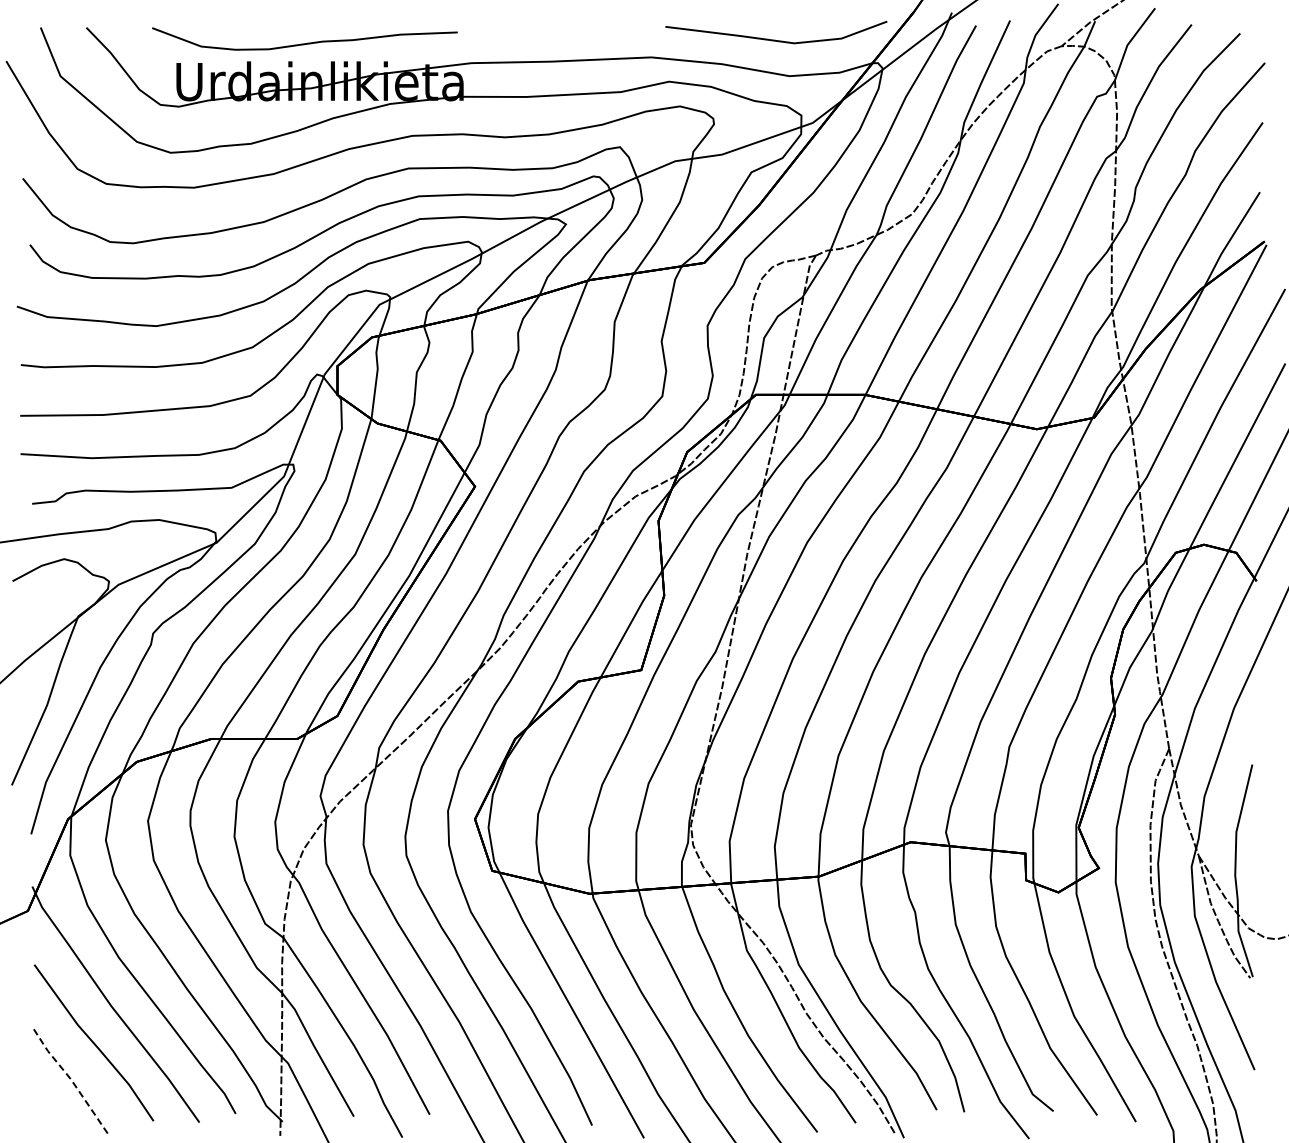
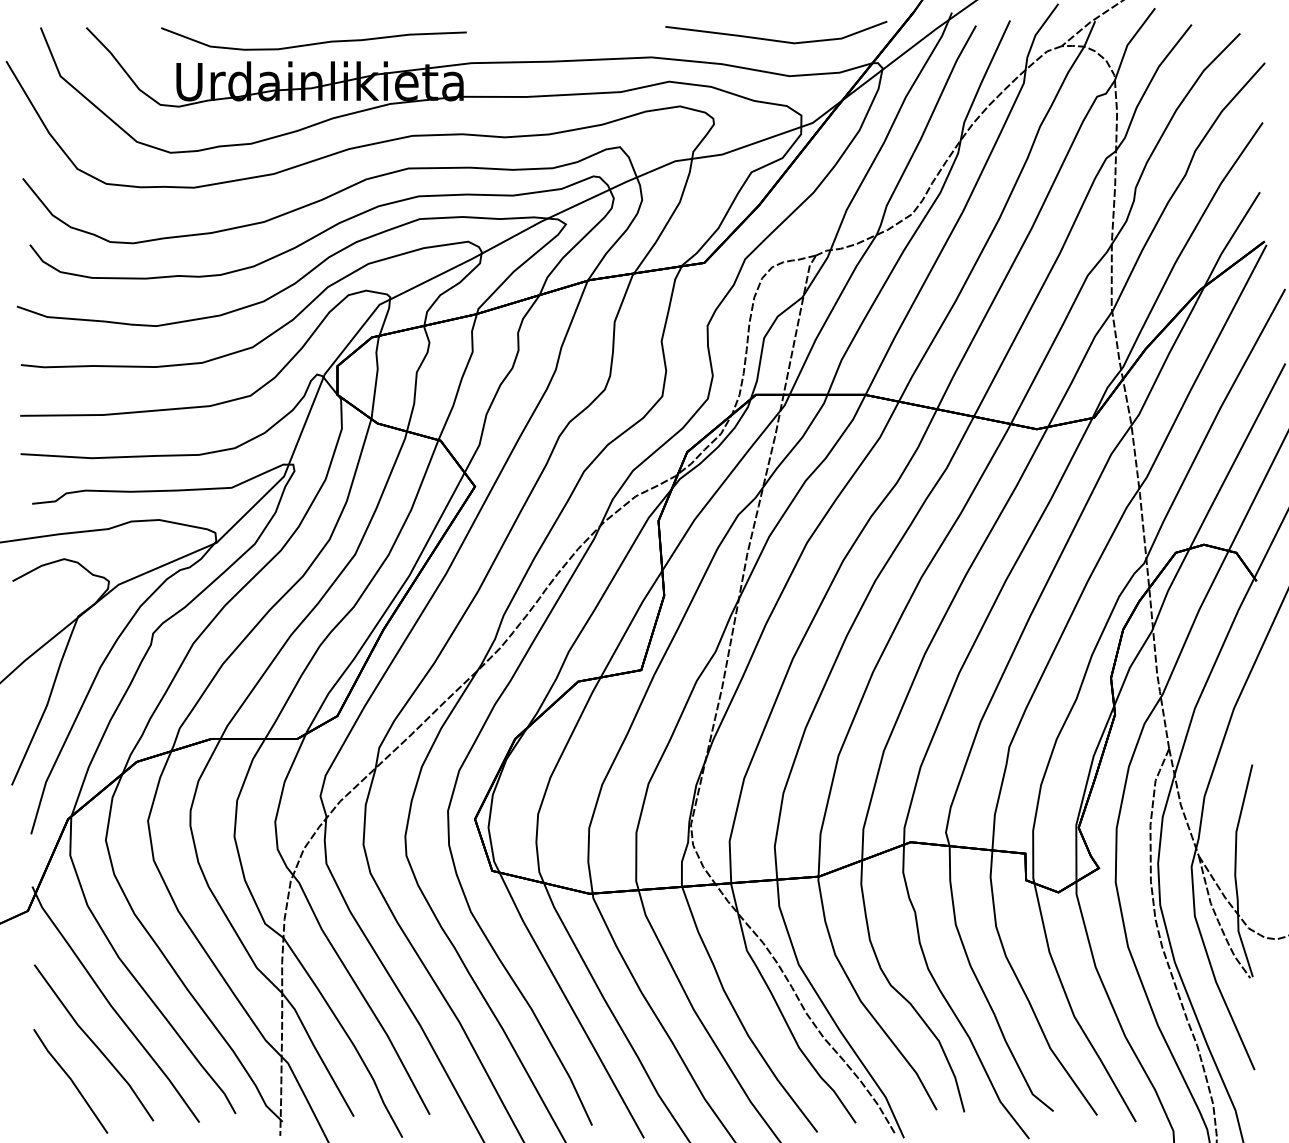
curve at (307, 42) position: (307, 42) -> (316, 42)
line at (70, 1079): dashed -> solid
